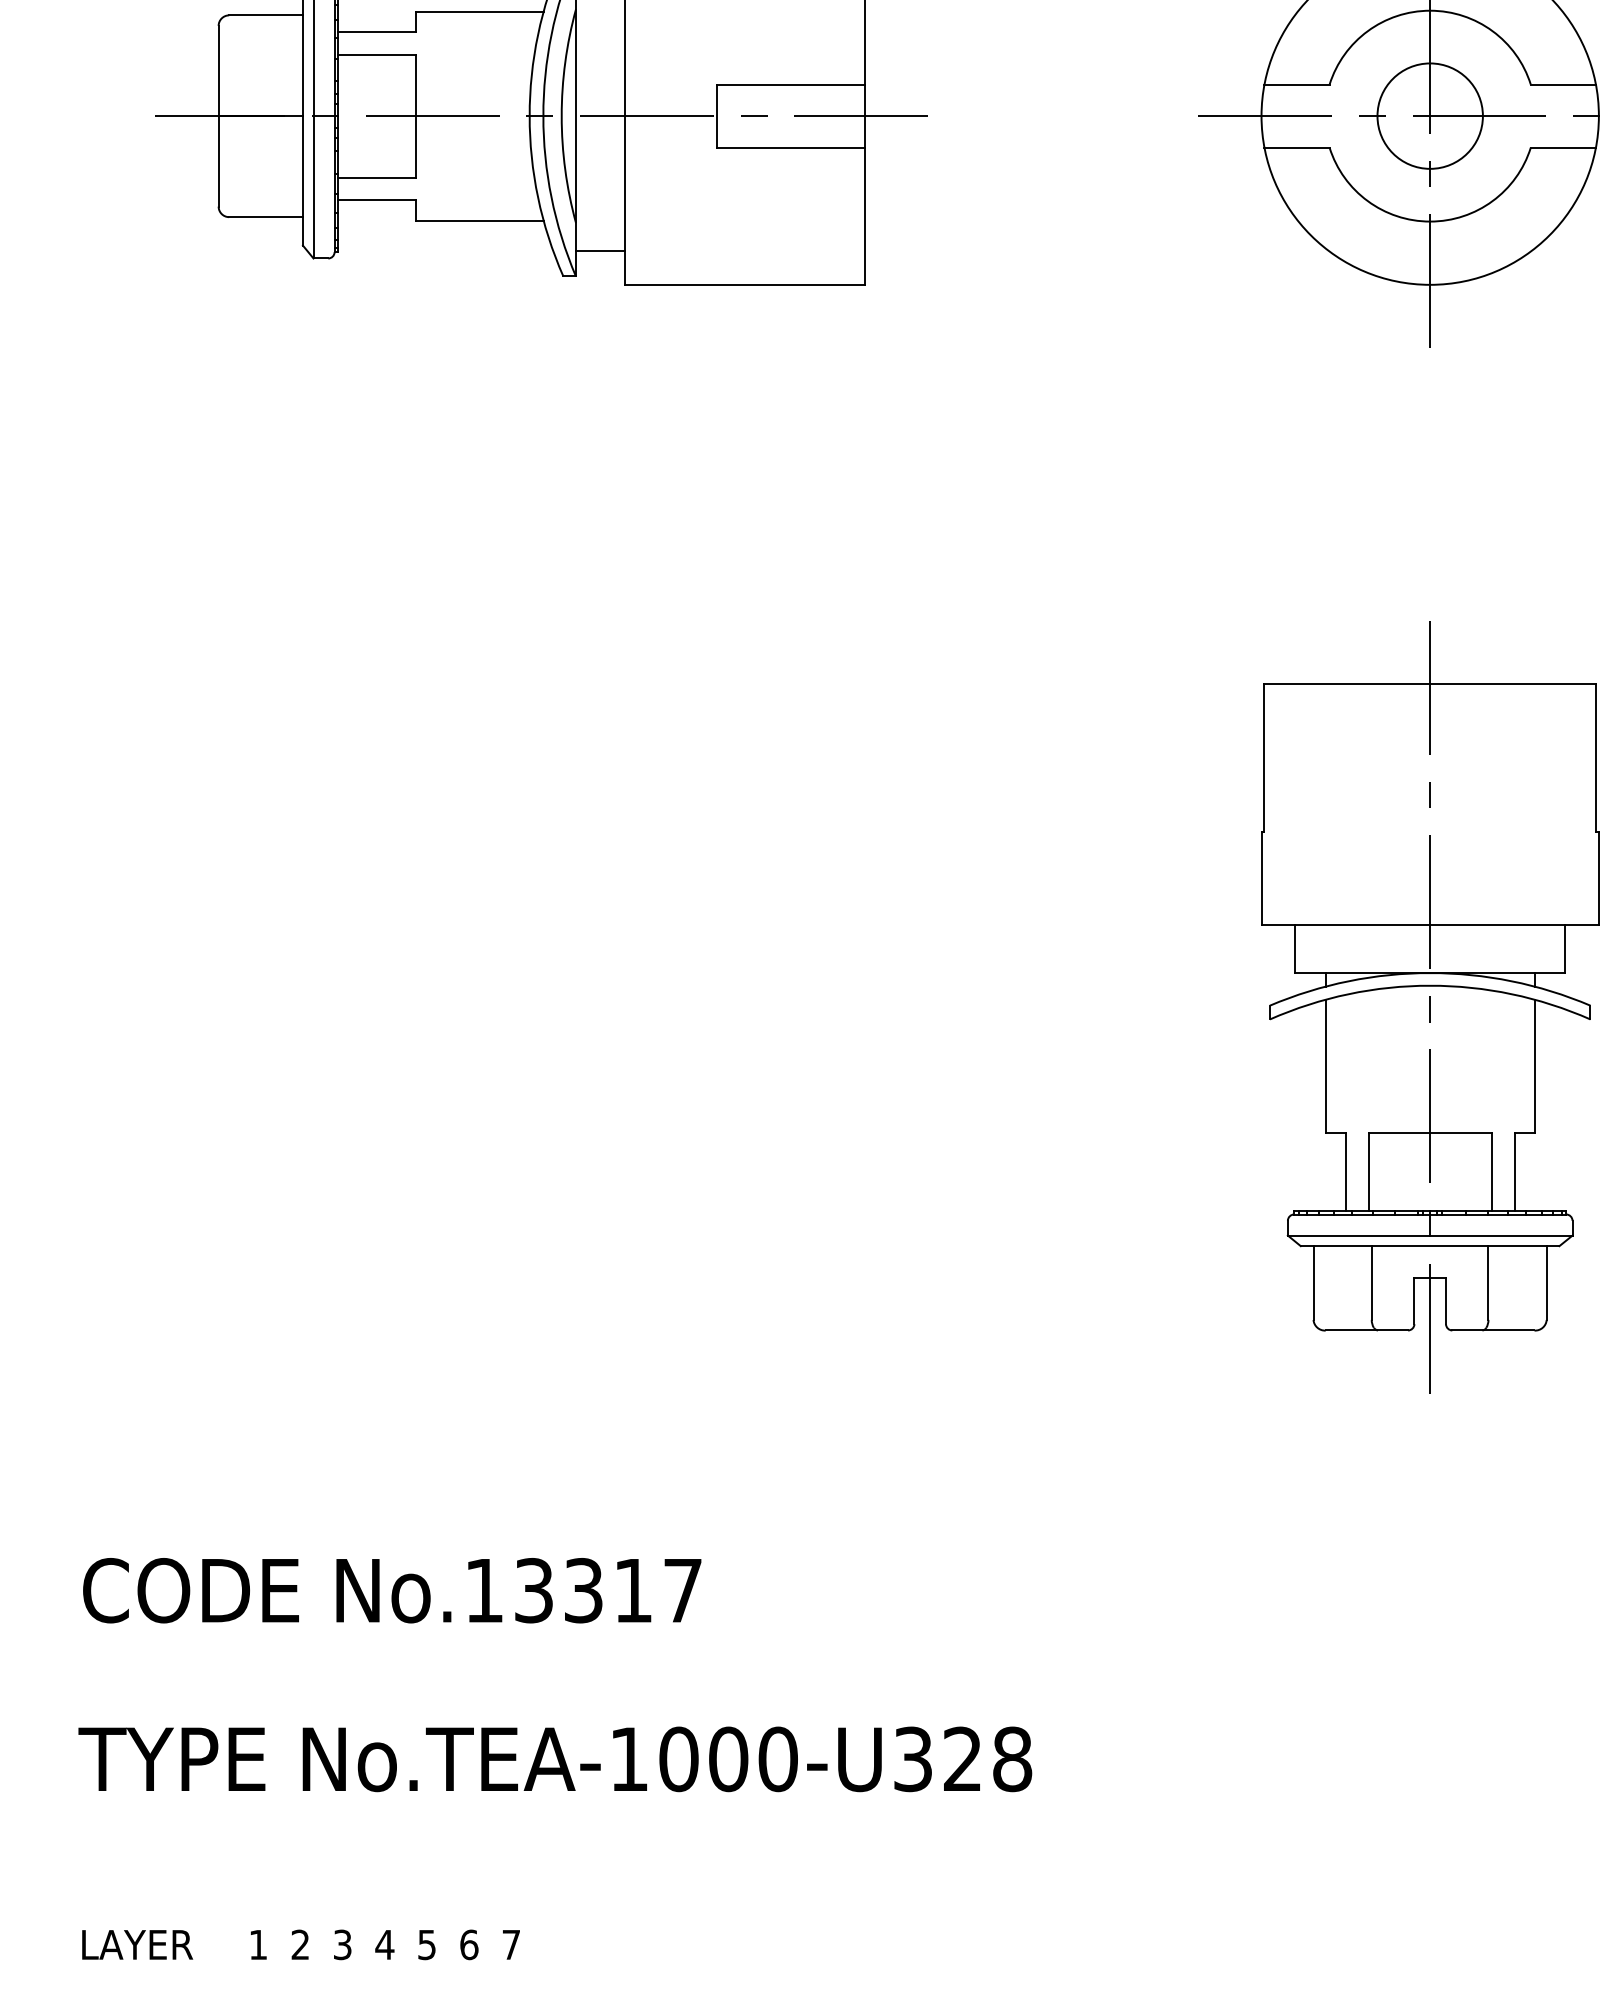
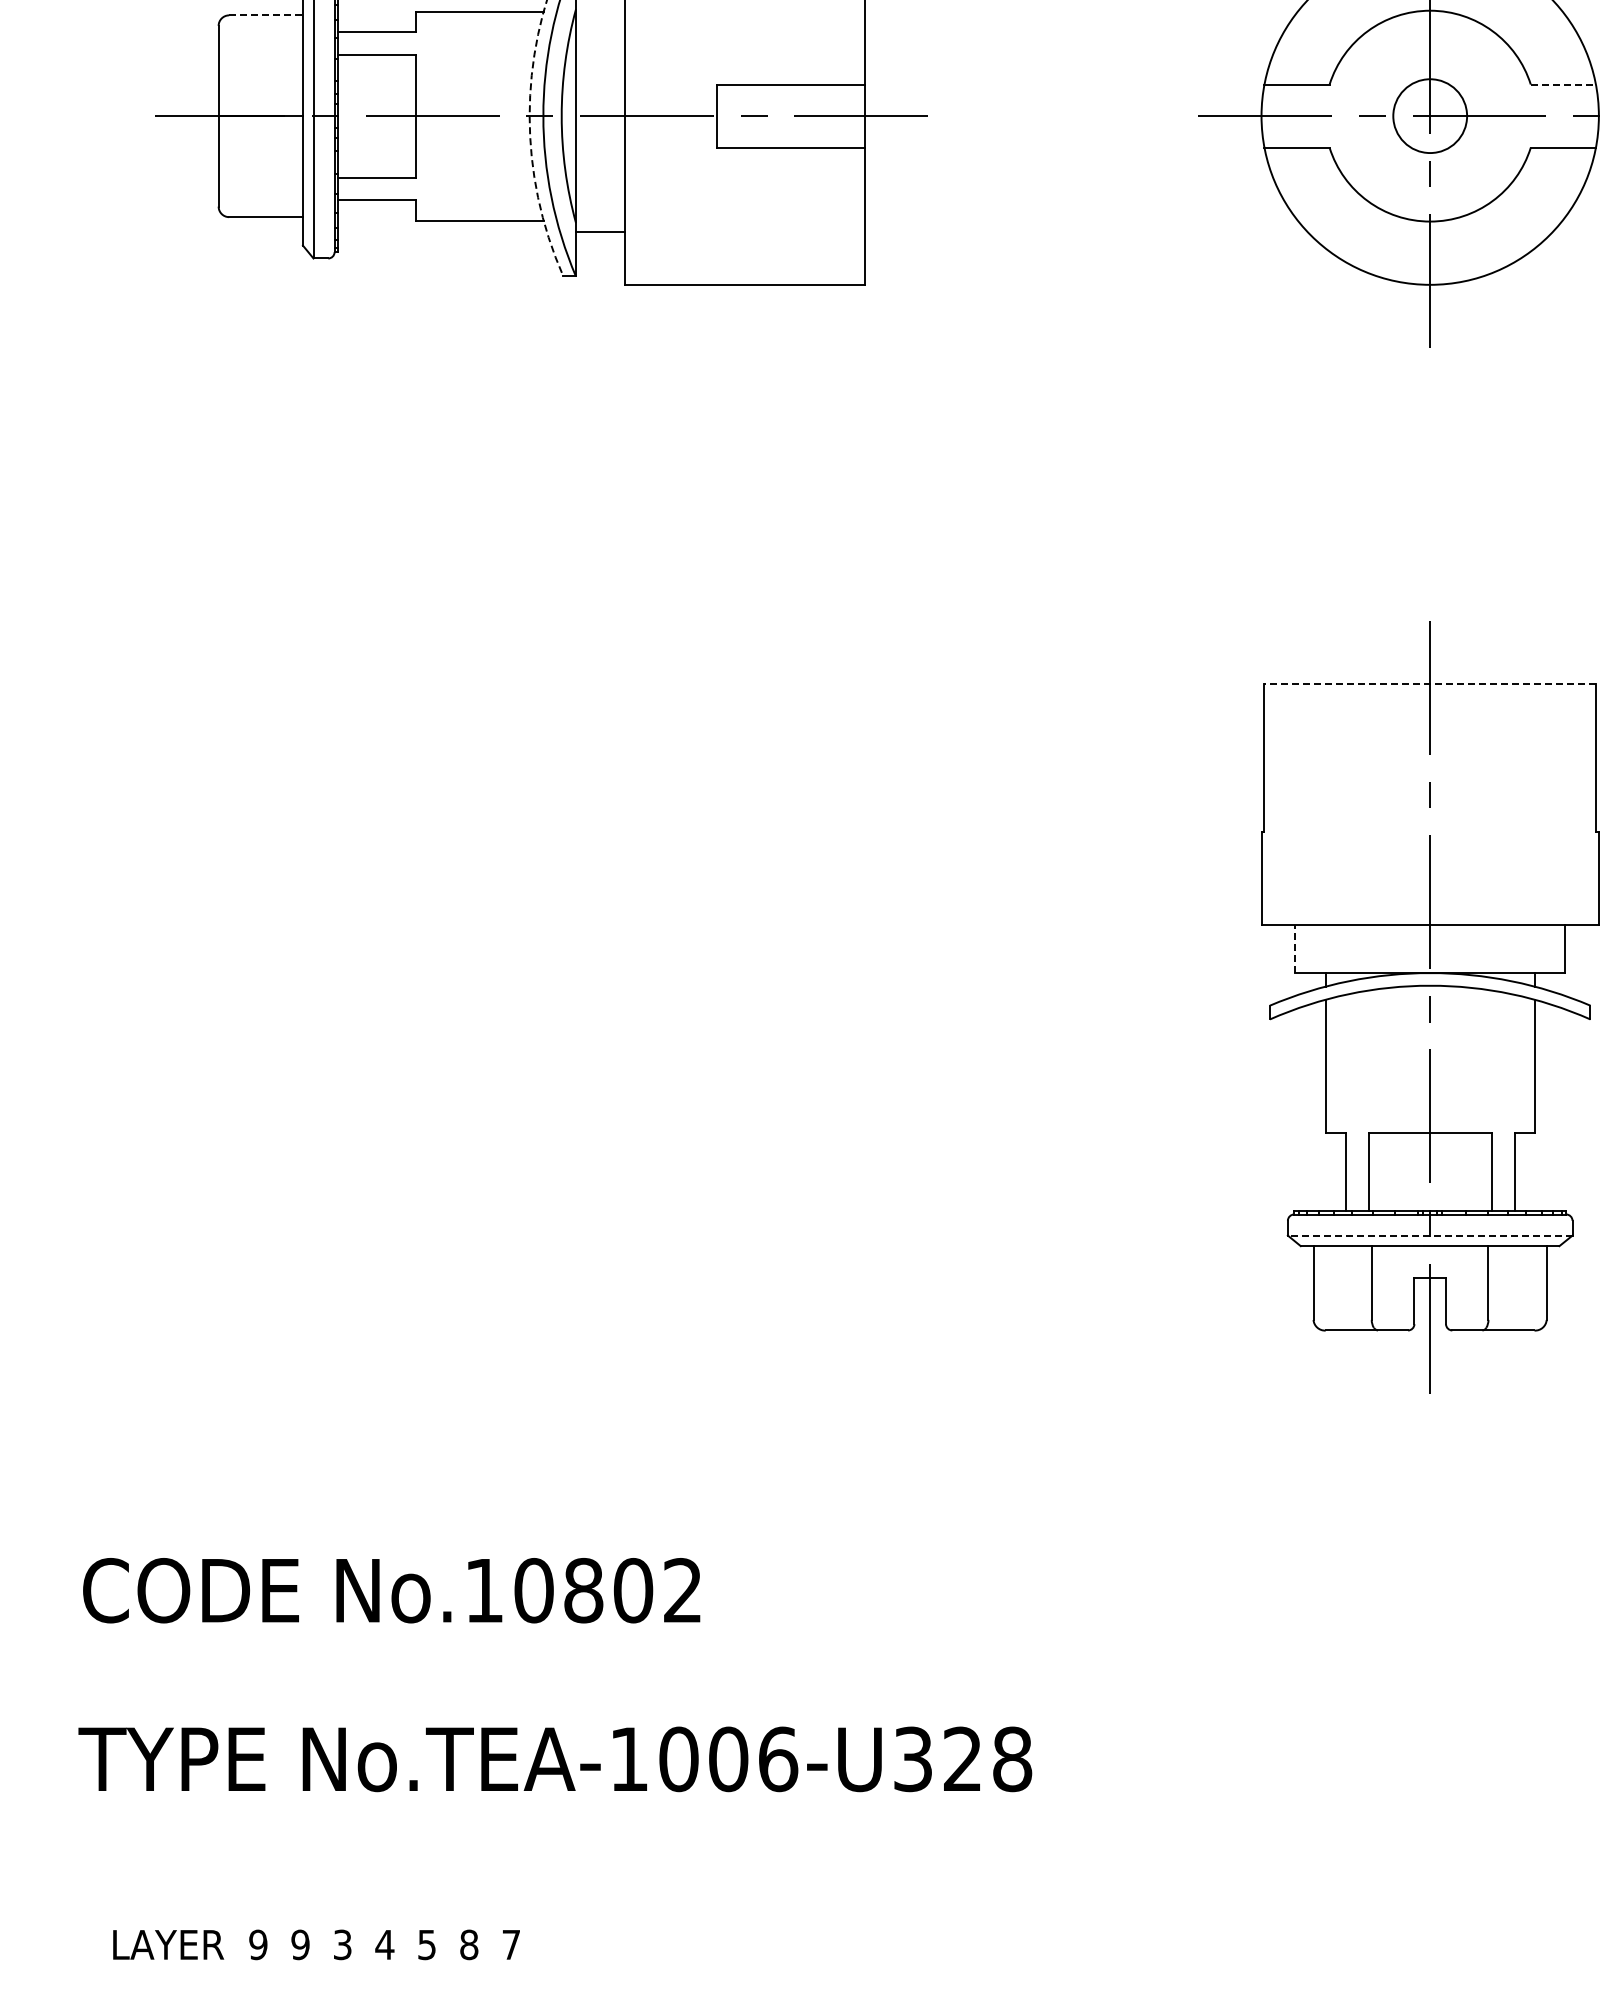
line at (266, 15): solid -> dashed
line at (1563, 84): solid -> dashed
circle at (1429, 115) diameter: 105 px -> 74 px
arc at (530, 139): solid -> dashed
line at (600, 251) position: (600, 251) -> (600, 232)
line at (1430, 684): solid -> dashed
line at (1295, 948): solid -> dashed
line at (1429, 1235): solid -> dashed
text at (607, 1590): No.13317 -> No.10802
text at (778, 1758): No.TEA-1000-U328 -> No.TEA-1006-U328
text at (137, 1944) position: (137, 1944) -> (168, 1944)
text at (258, 1944): 1 -> 9
text at (300, 1944): 2 -> 9
text at (469, 1944): 6 -> 8
